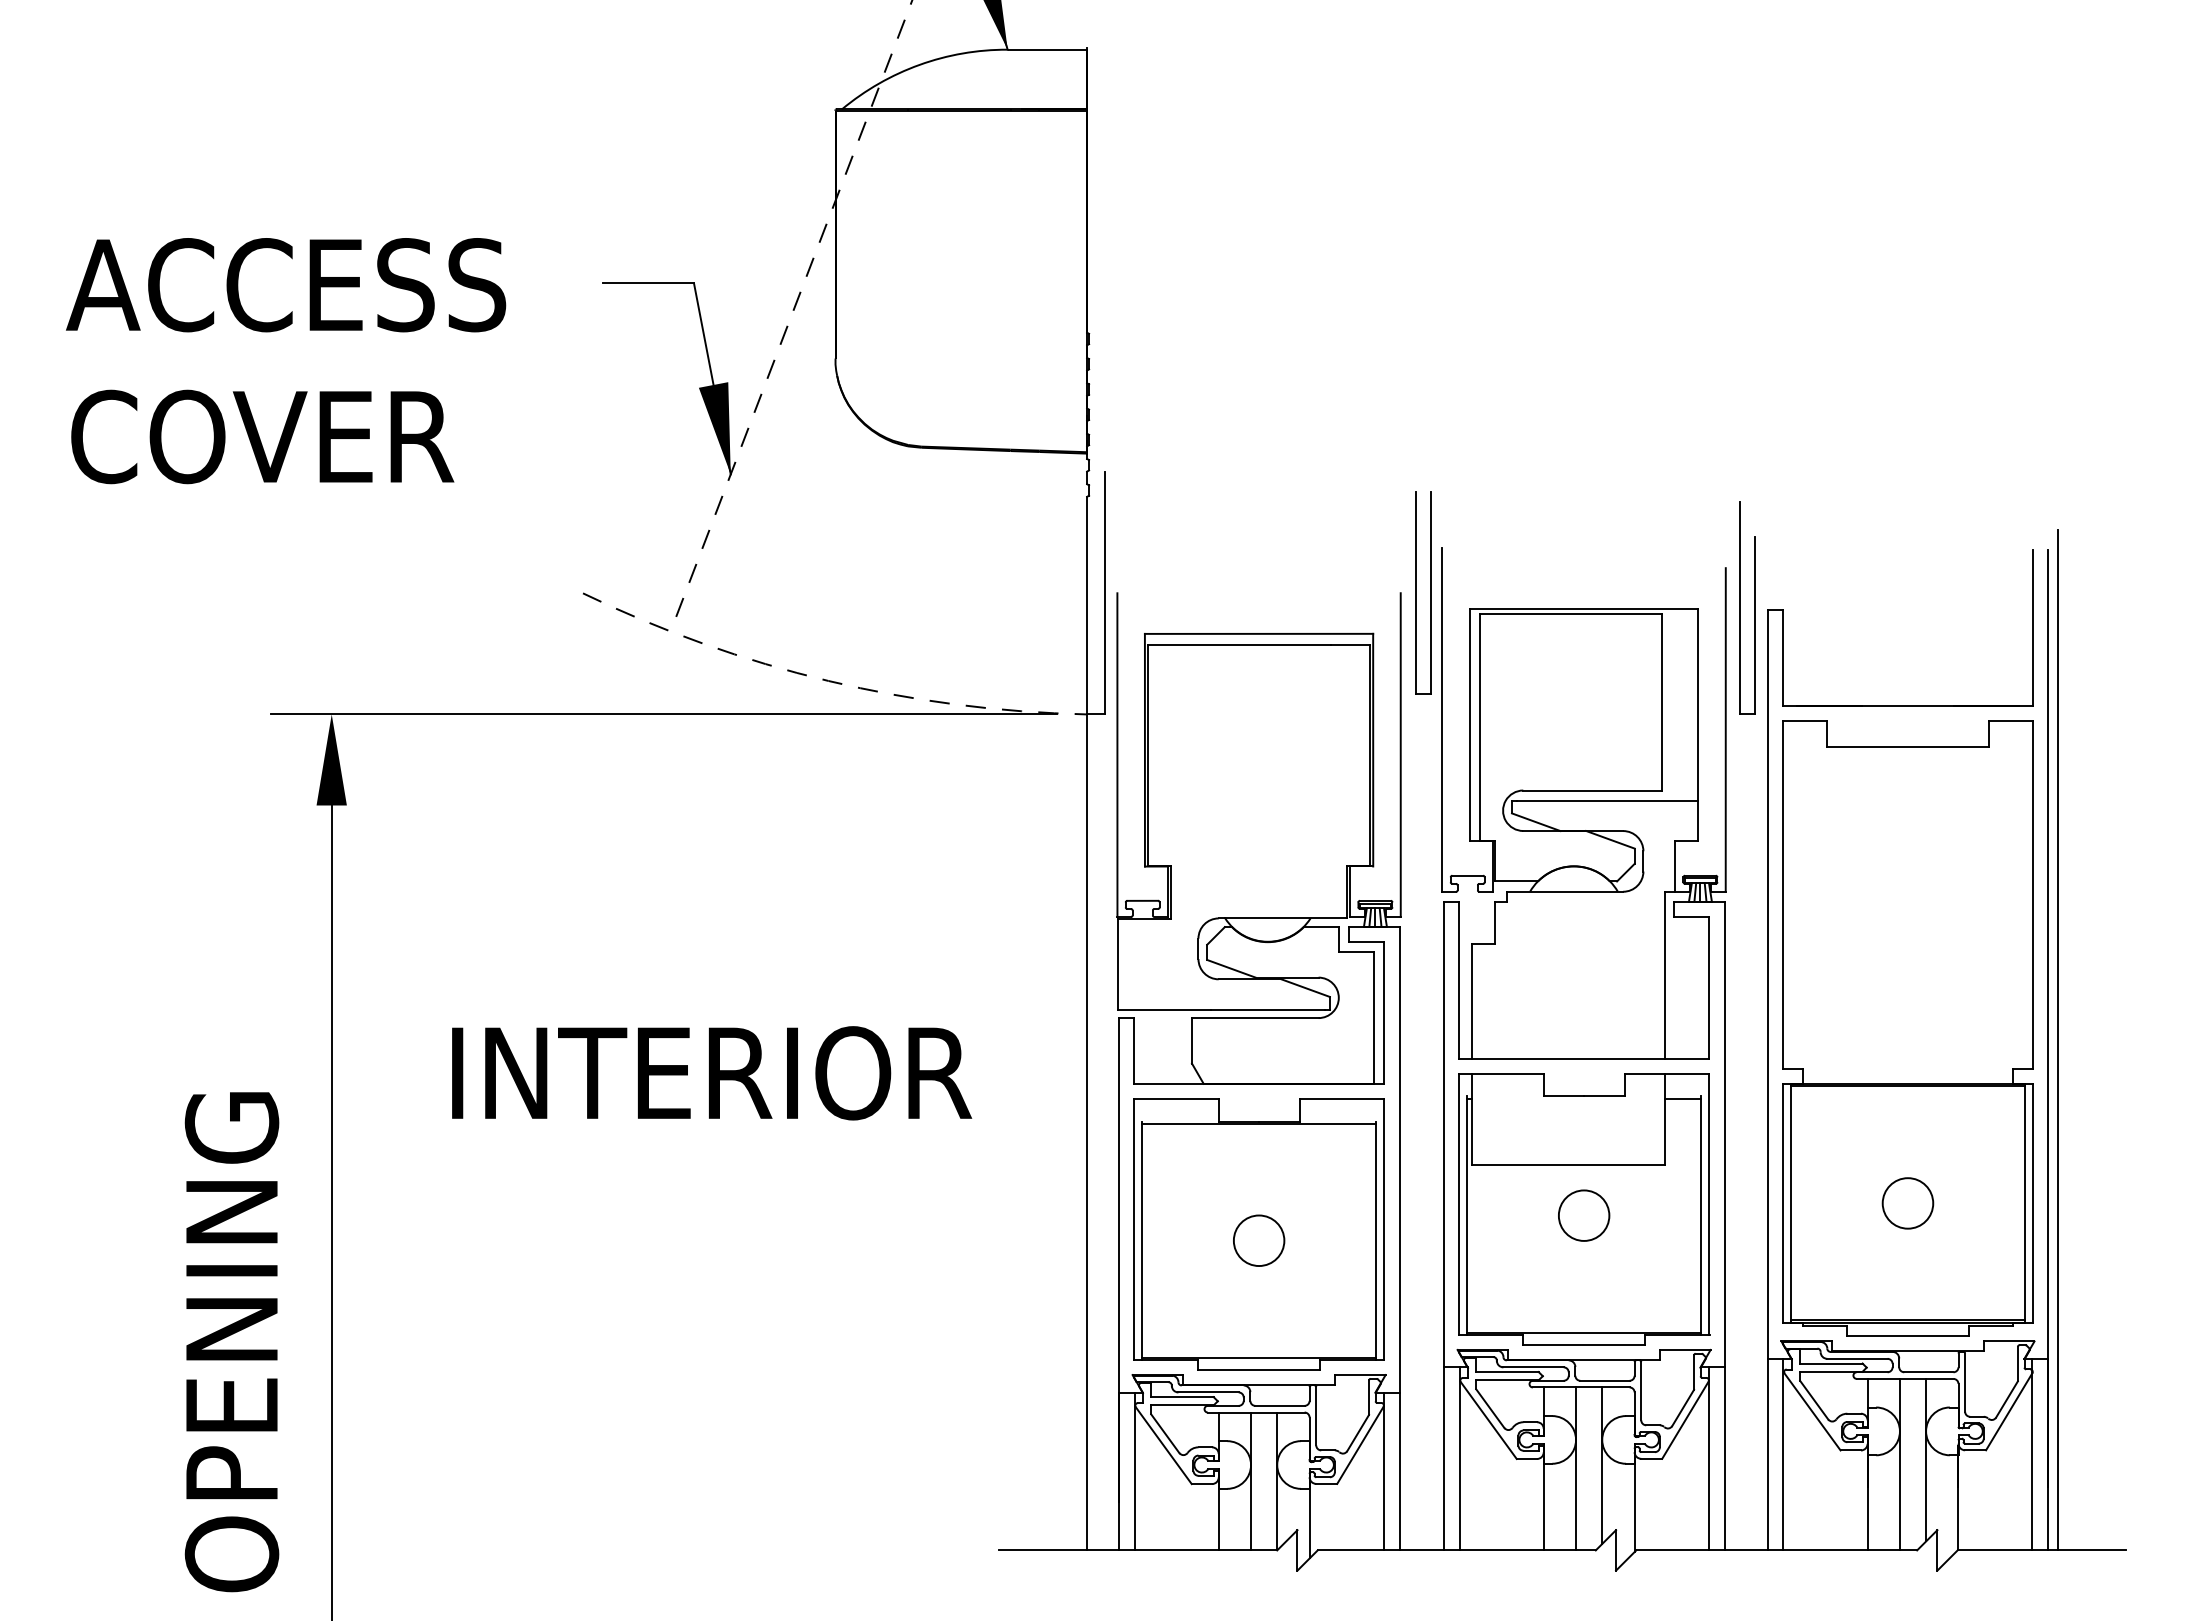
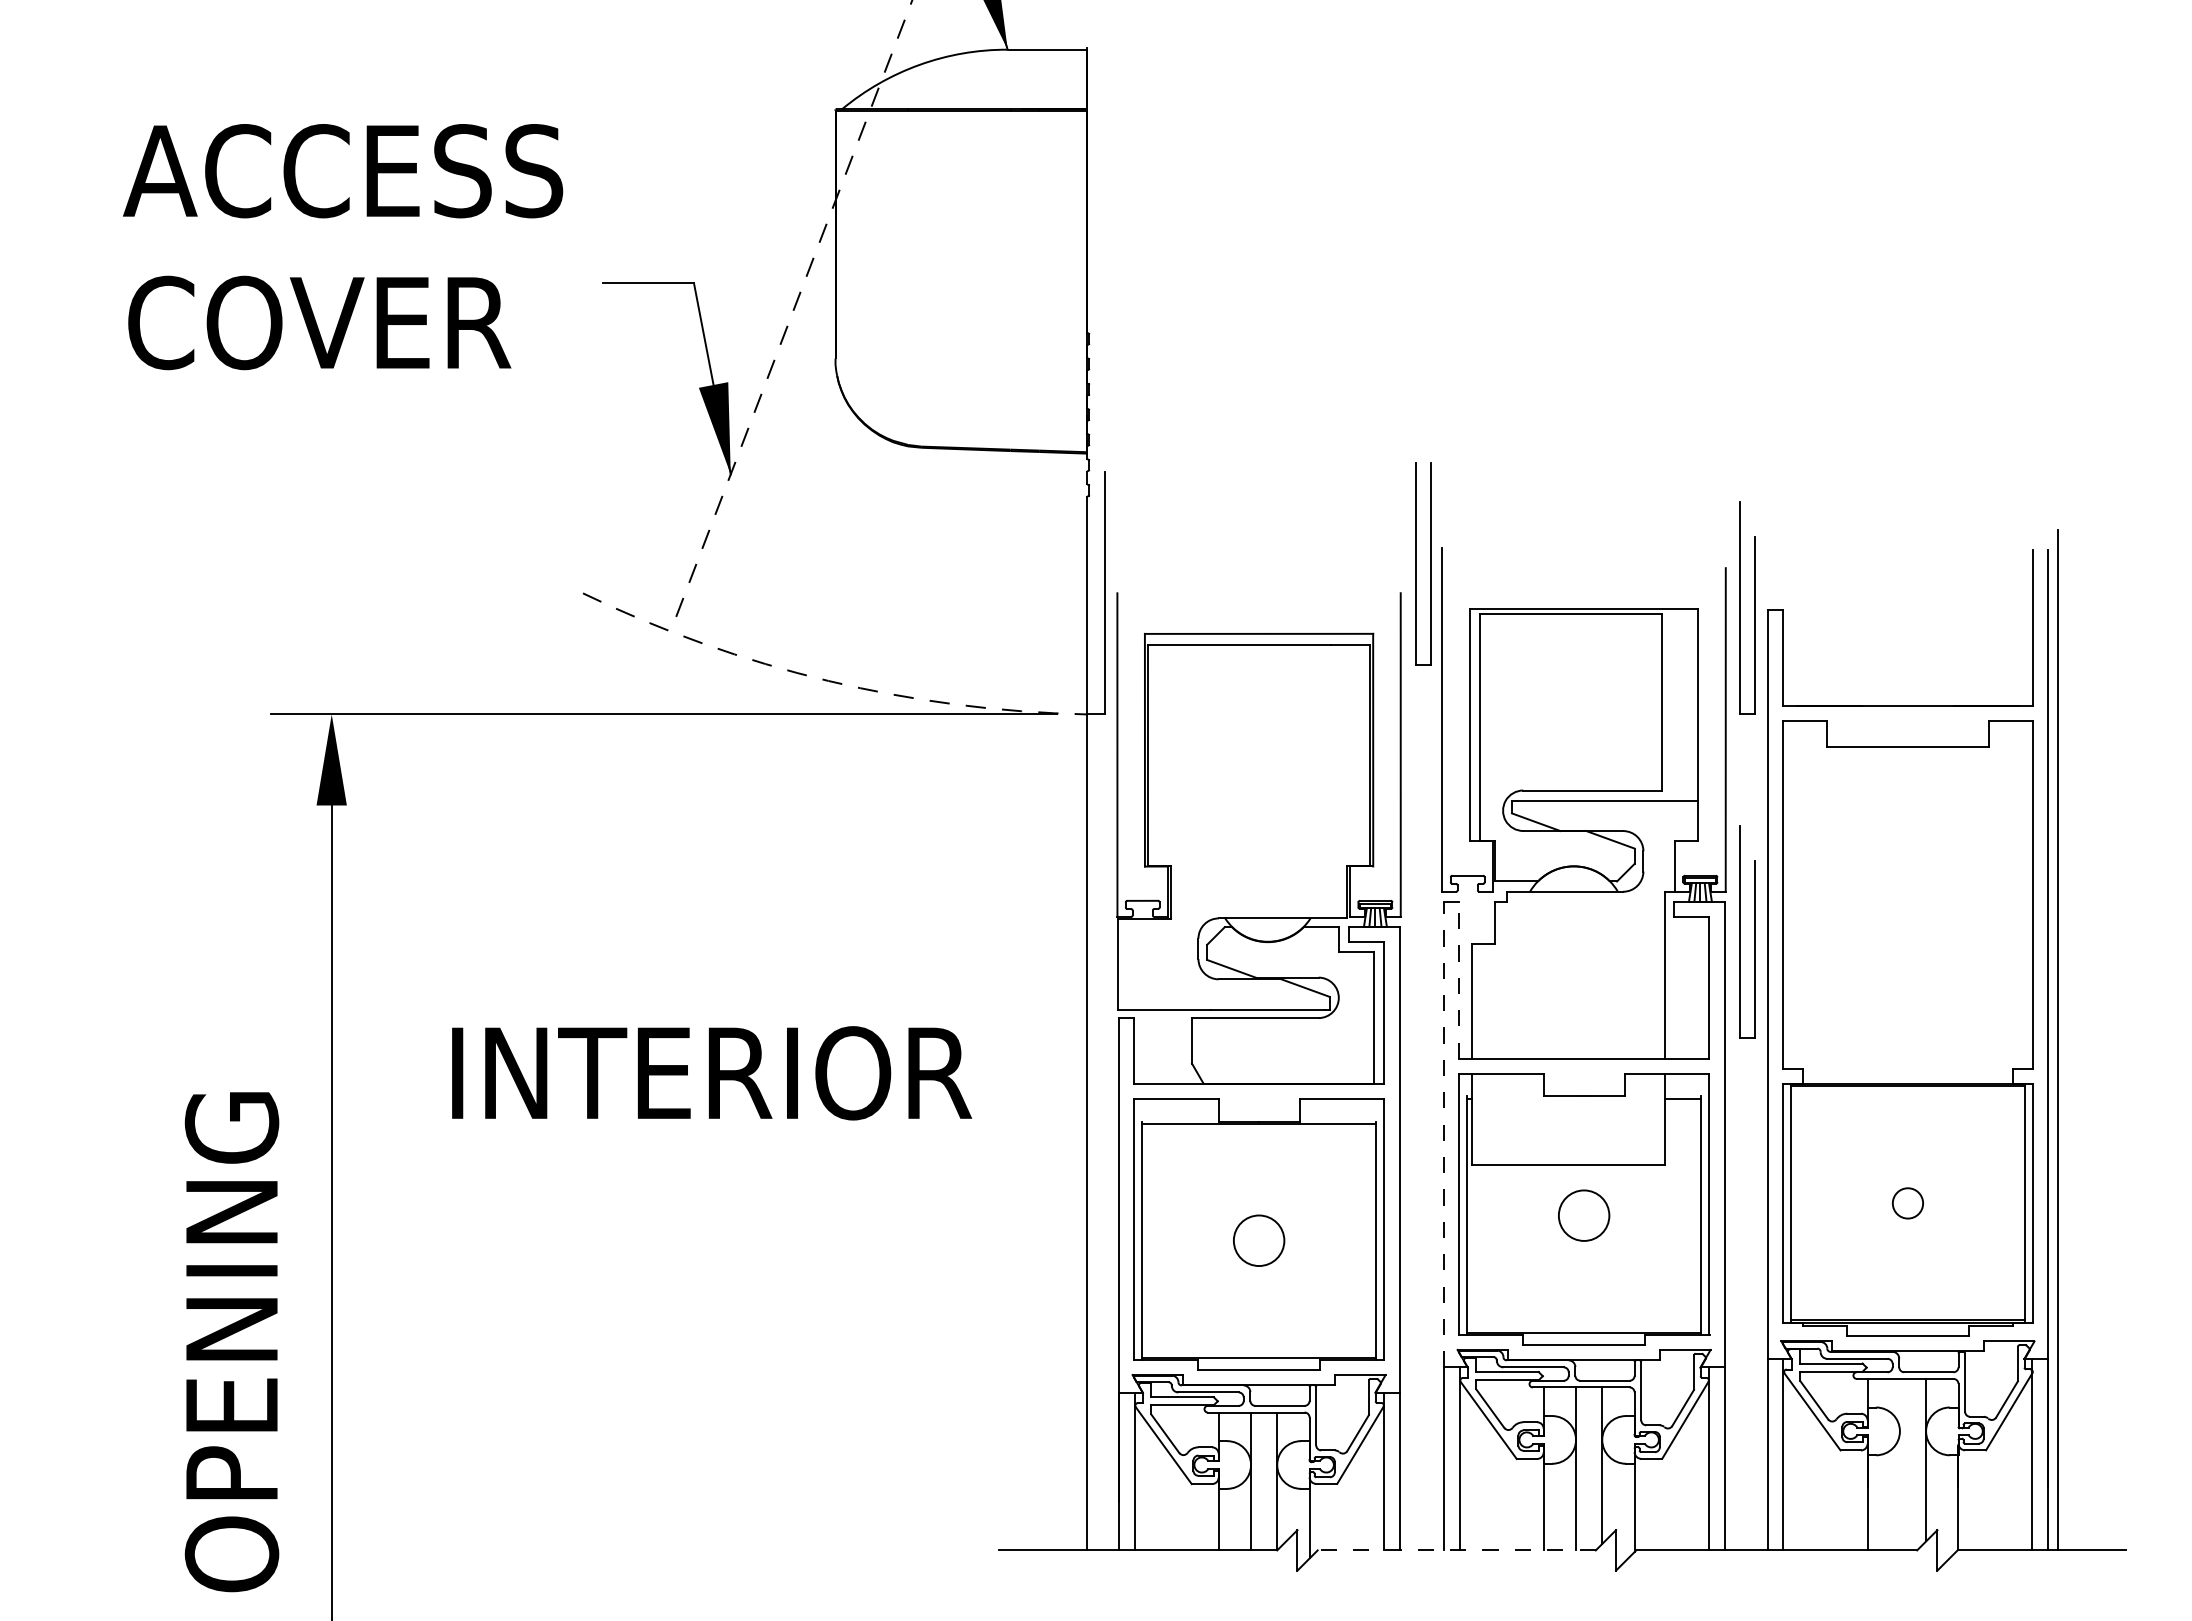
text at (286, 361) position: (286, 361) -> (343, 247)
part at (1416, 592) position: (1416, 592) -> (1416, 563)
part at (1740, 931): none -> present
line at (1458, 979): solid -> dashed
line at (1443, 1134): solid -> dashed
circle at (1907, 1203) diameter: 51 px -> 30 px
line at (1899, 1464): present -> none
line at (1456, 1550): solid -> dashed
